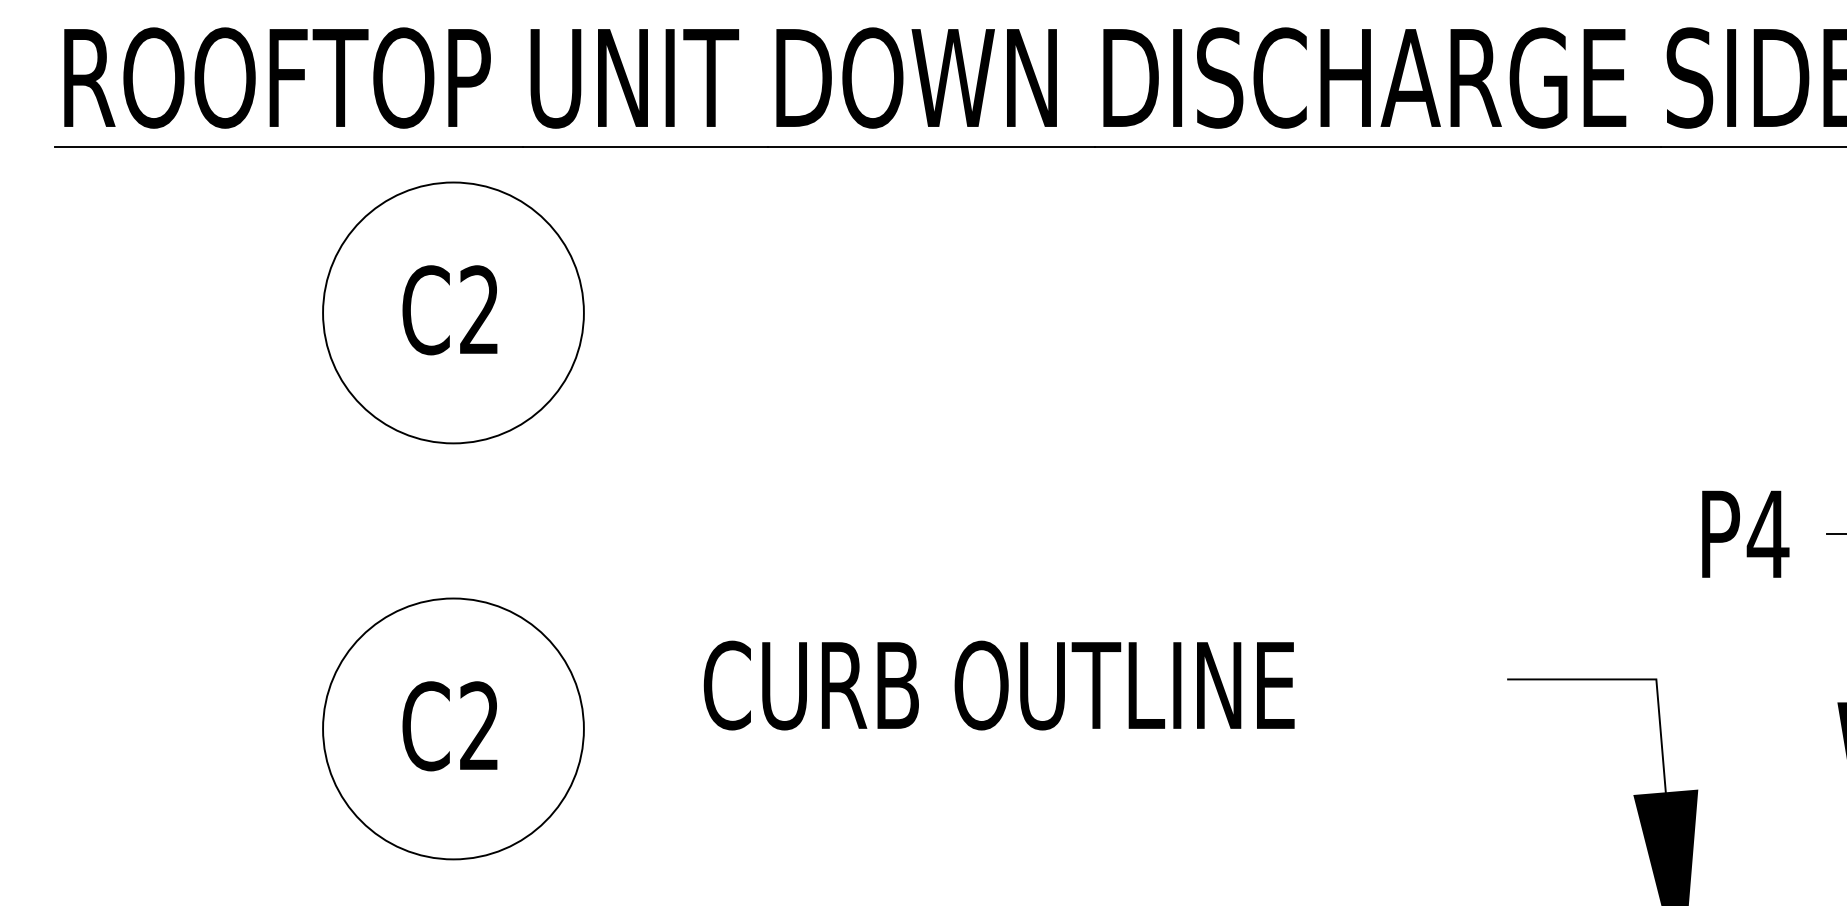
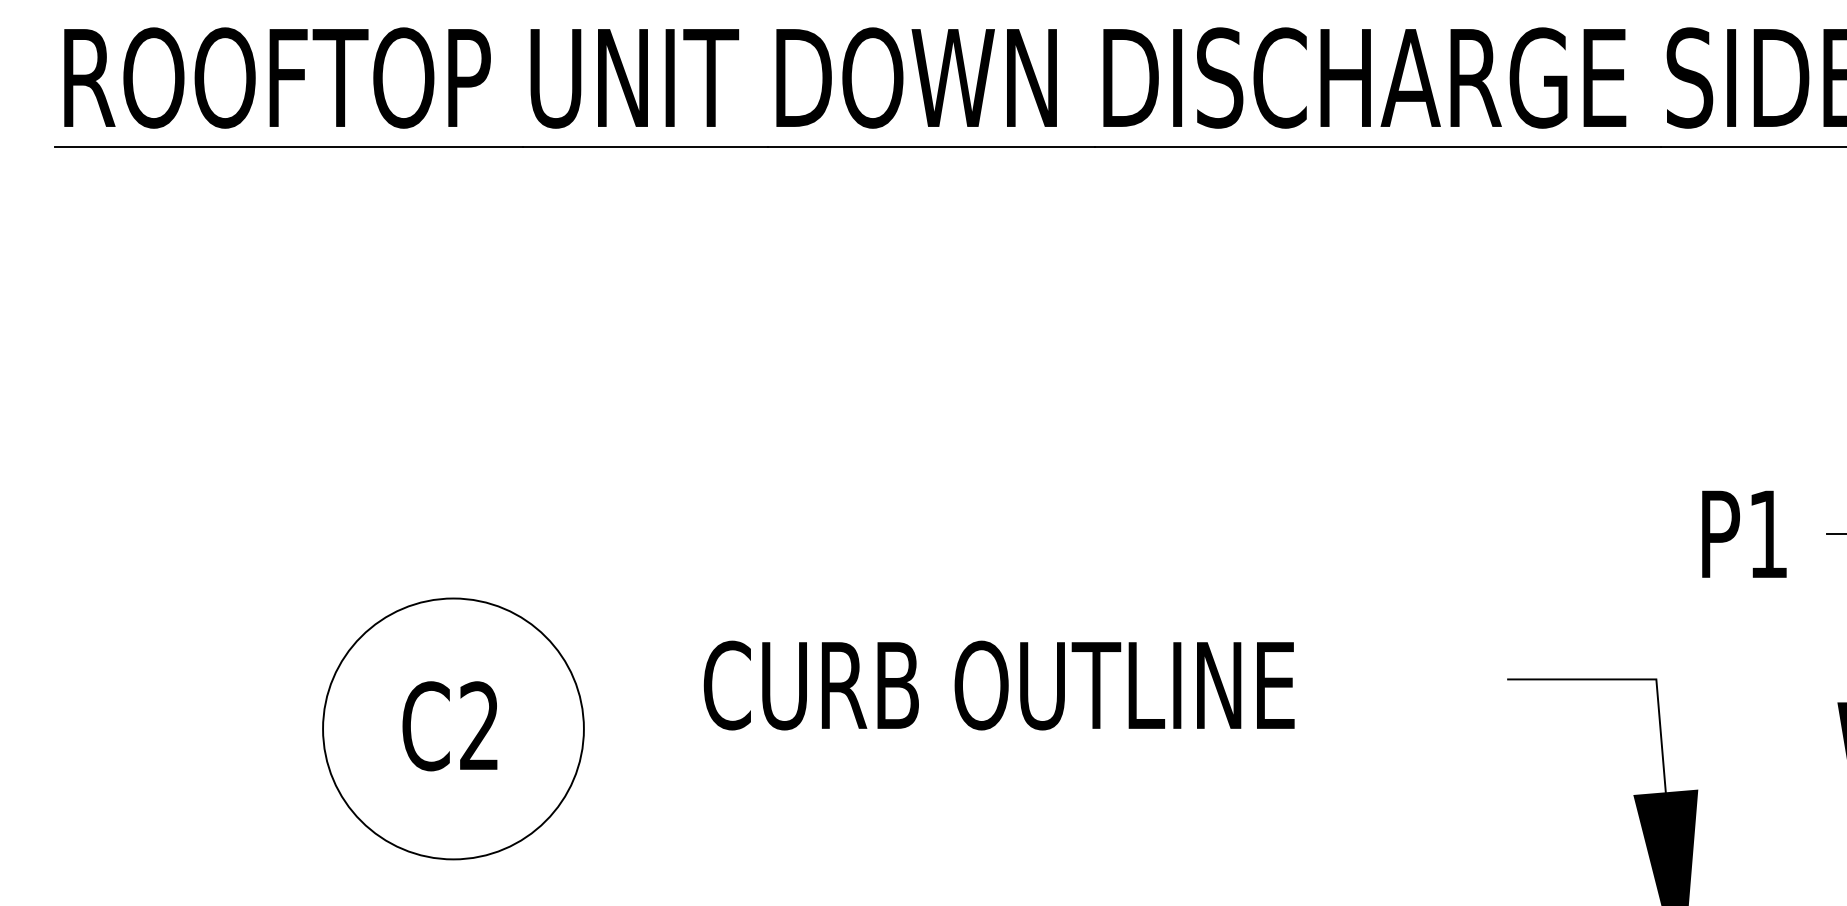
part at (453, 312): present -> none
text at (1767, 533): P4 -> P1
